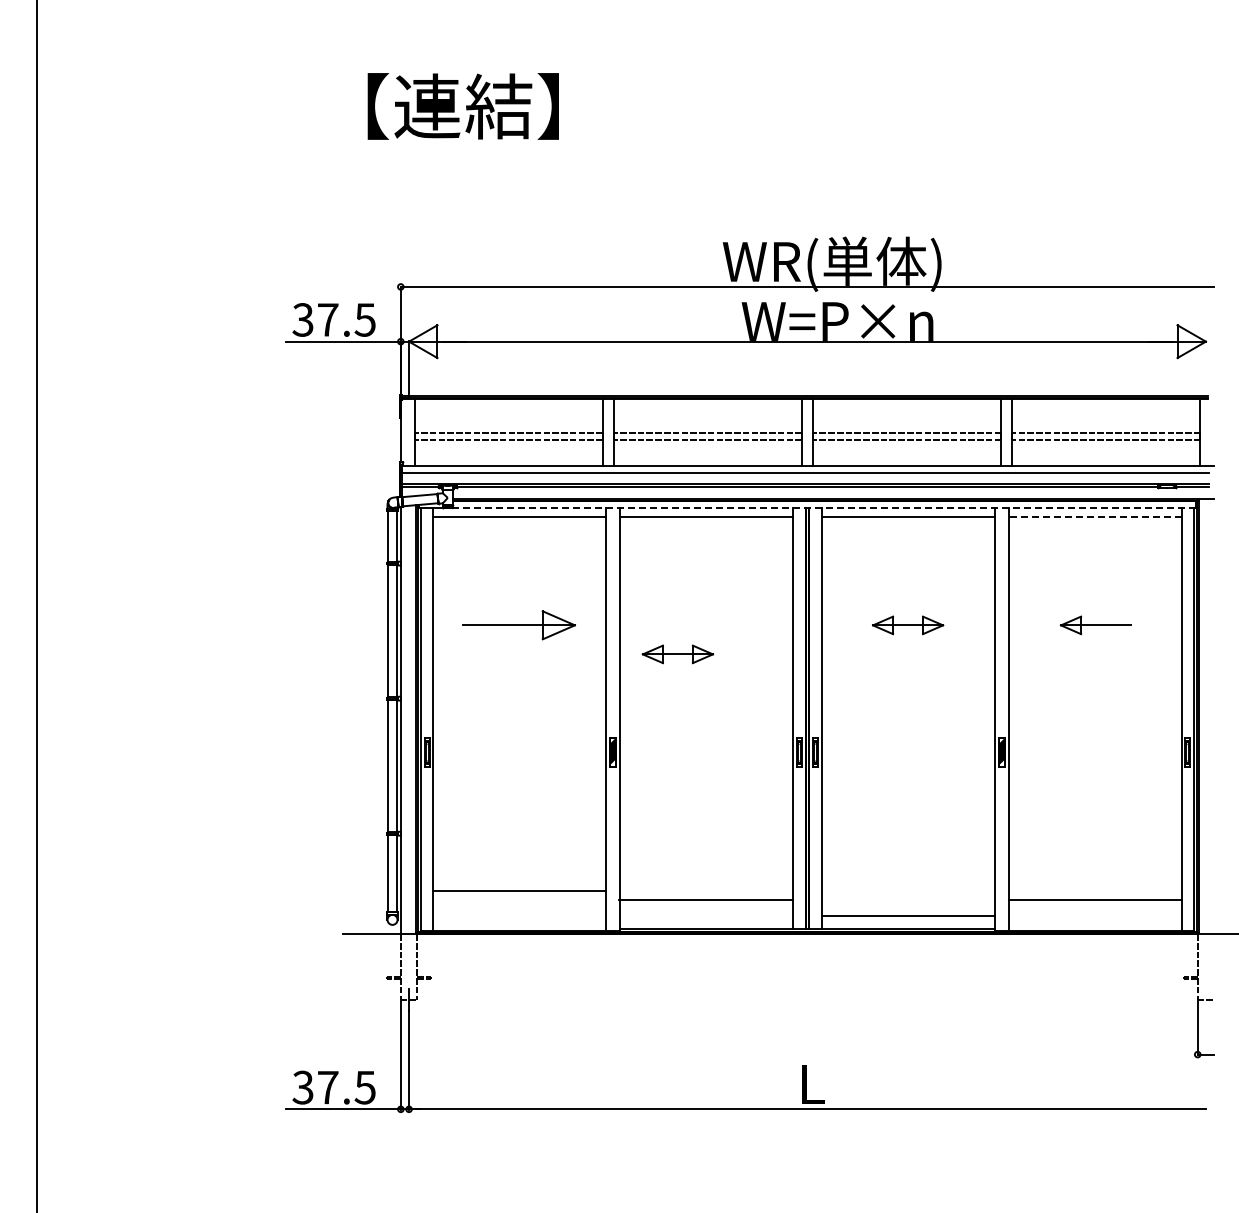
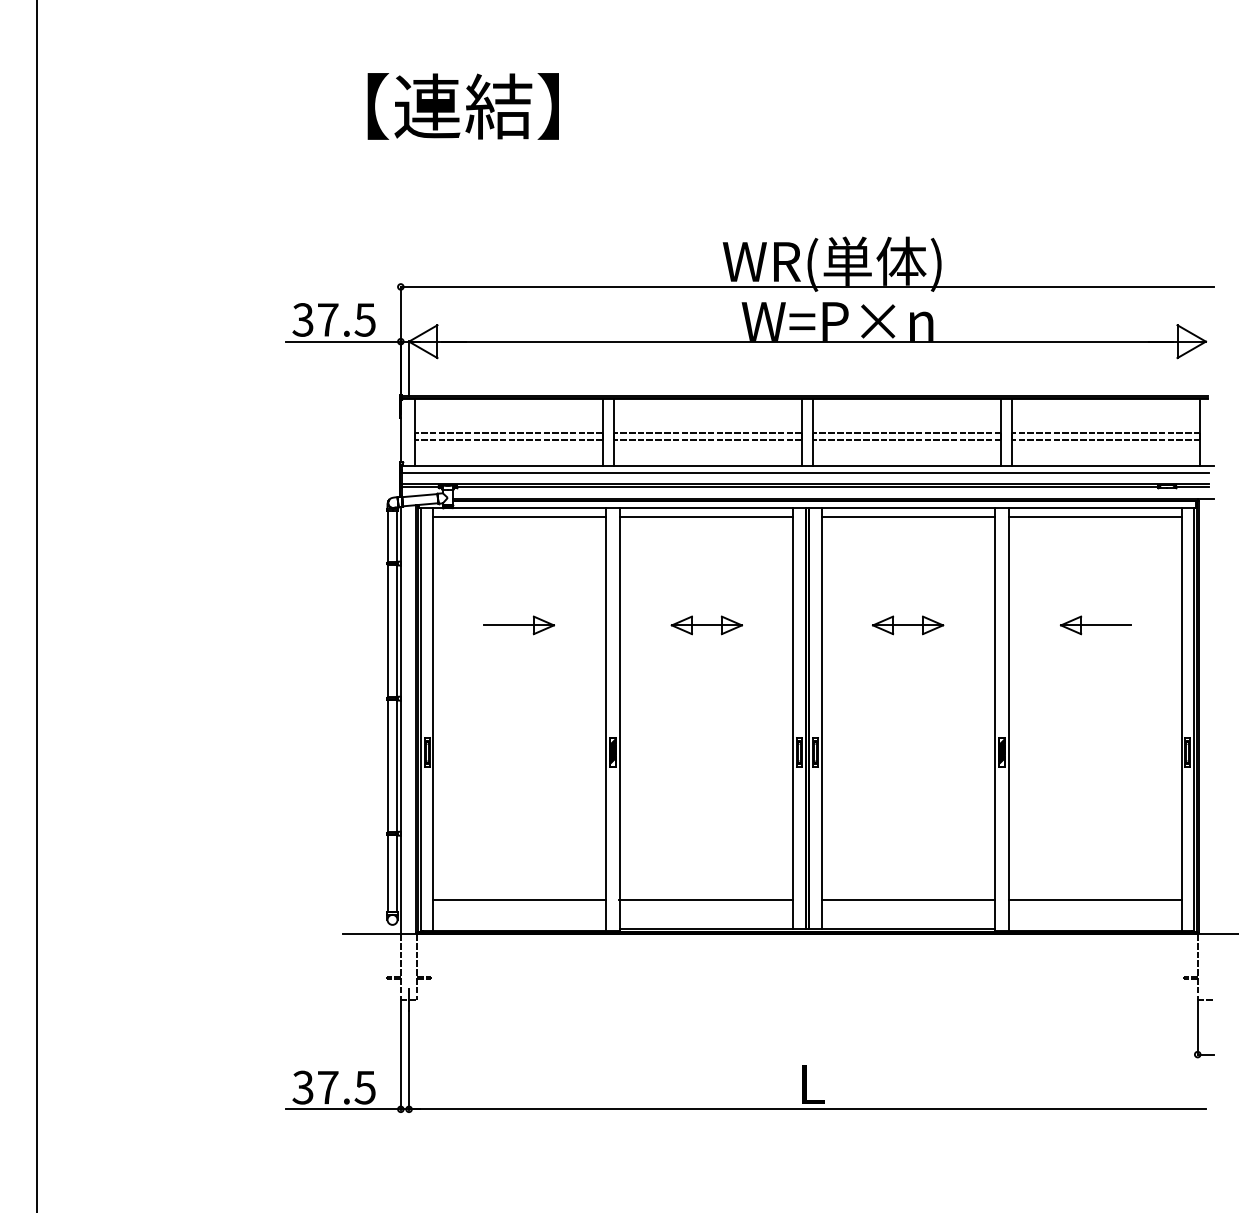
line at (824, 507): dashed -> solid
line at (1095, 516): dashed -> solid
part at (518, 625) size: 114x31 px -> 72x21 px
part at (677, 654) position: (677, 654) -> (706, 625)
line at (519, 890) position: (519, 890) -> (519, 899)
line at (908, 915) position: (908, 915) -> (908, 899)
